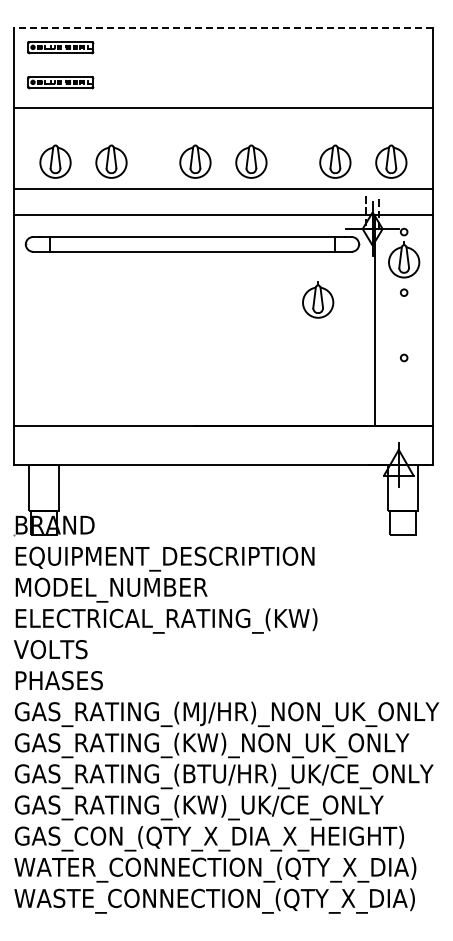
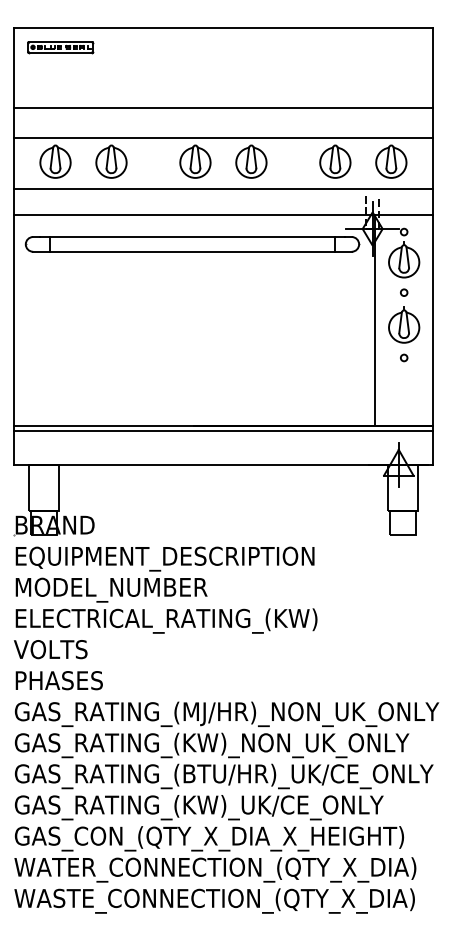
line at (223, 28): dashed -> solid
part at (60, 82): present -> none
line at (223, 138): none -> present
part at (318, 299) position: (318, 299) -> (404, 324)
line at (223, 430): none -> present
